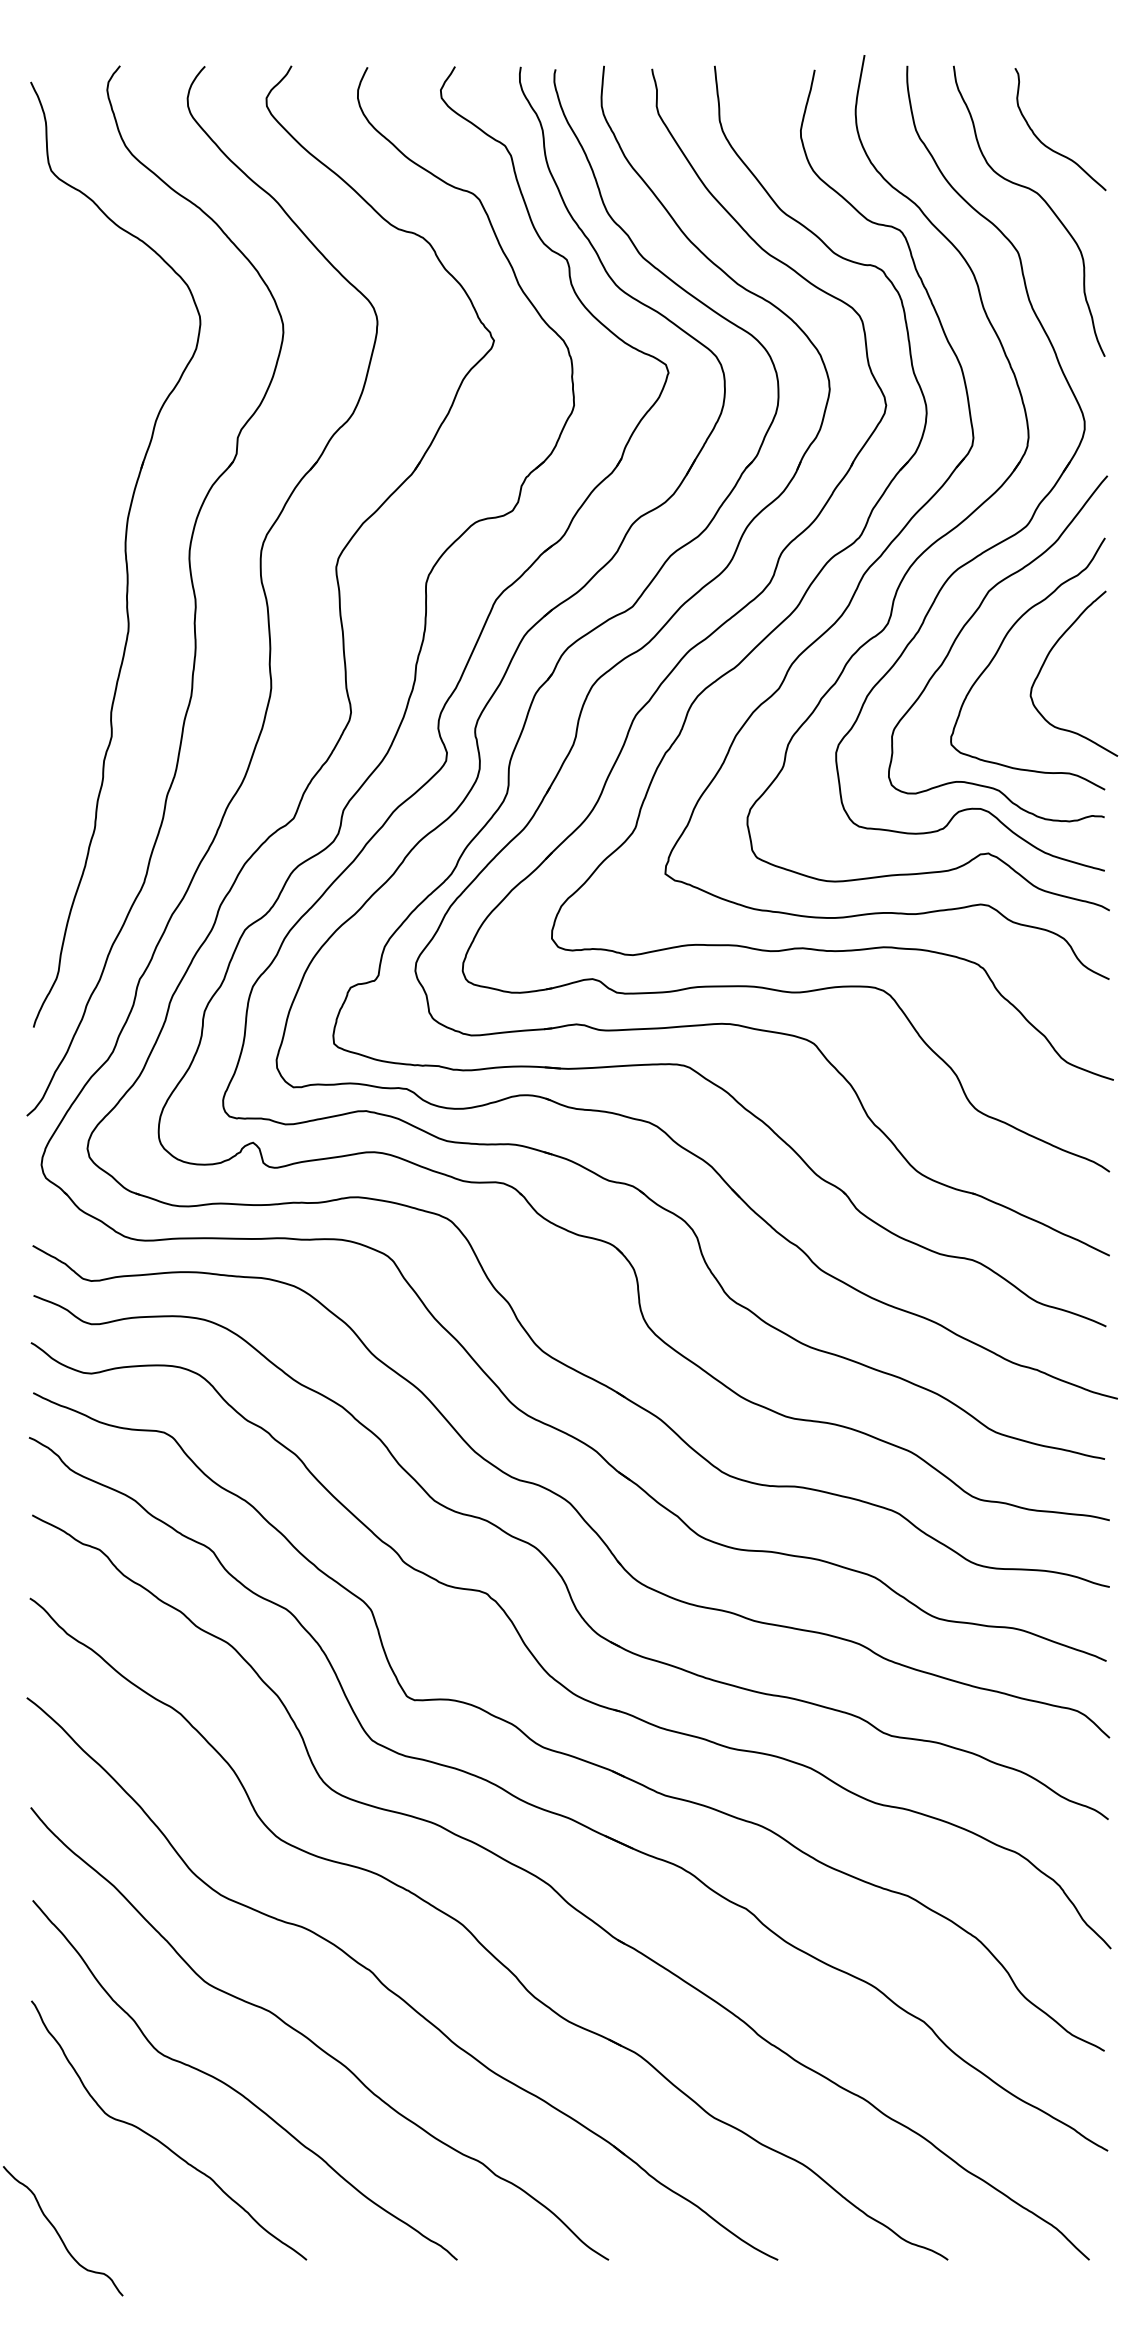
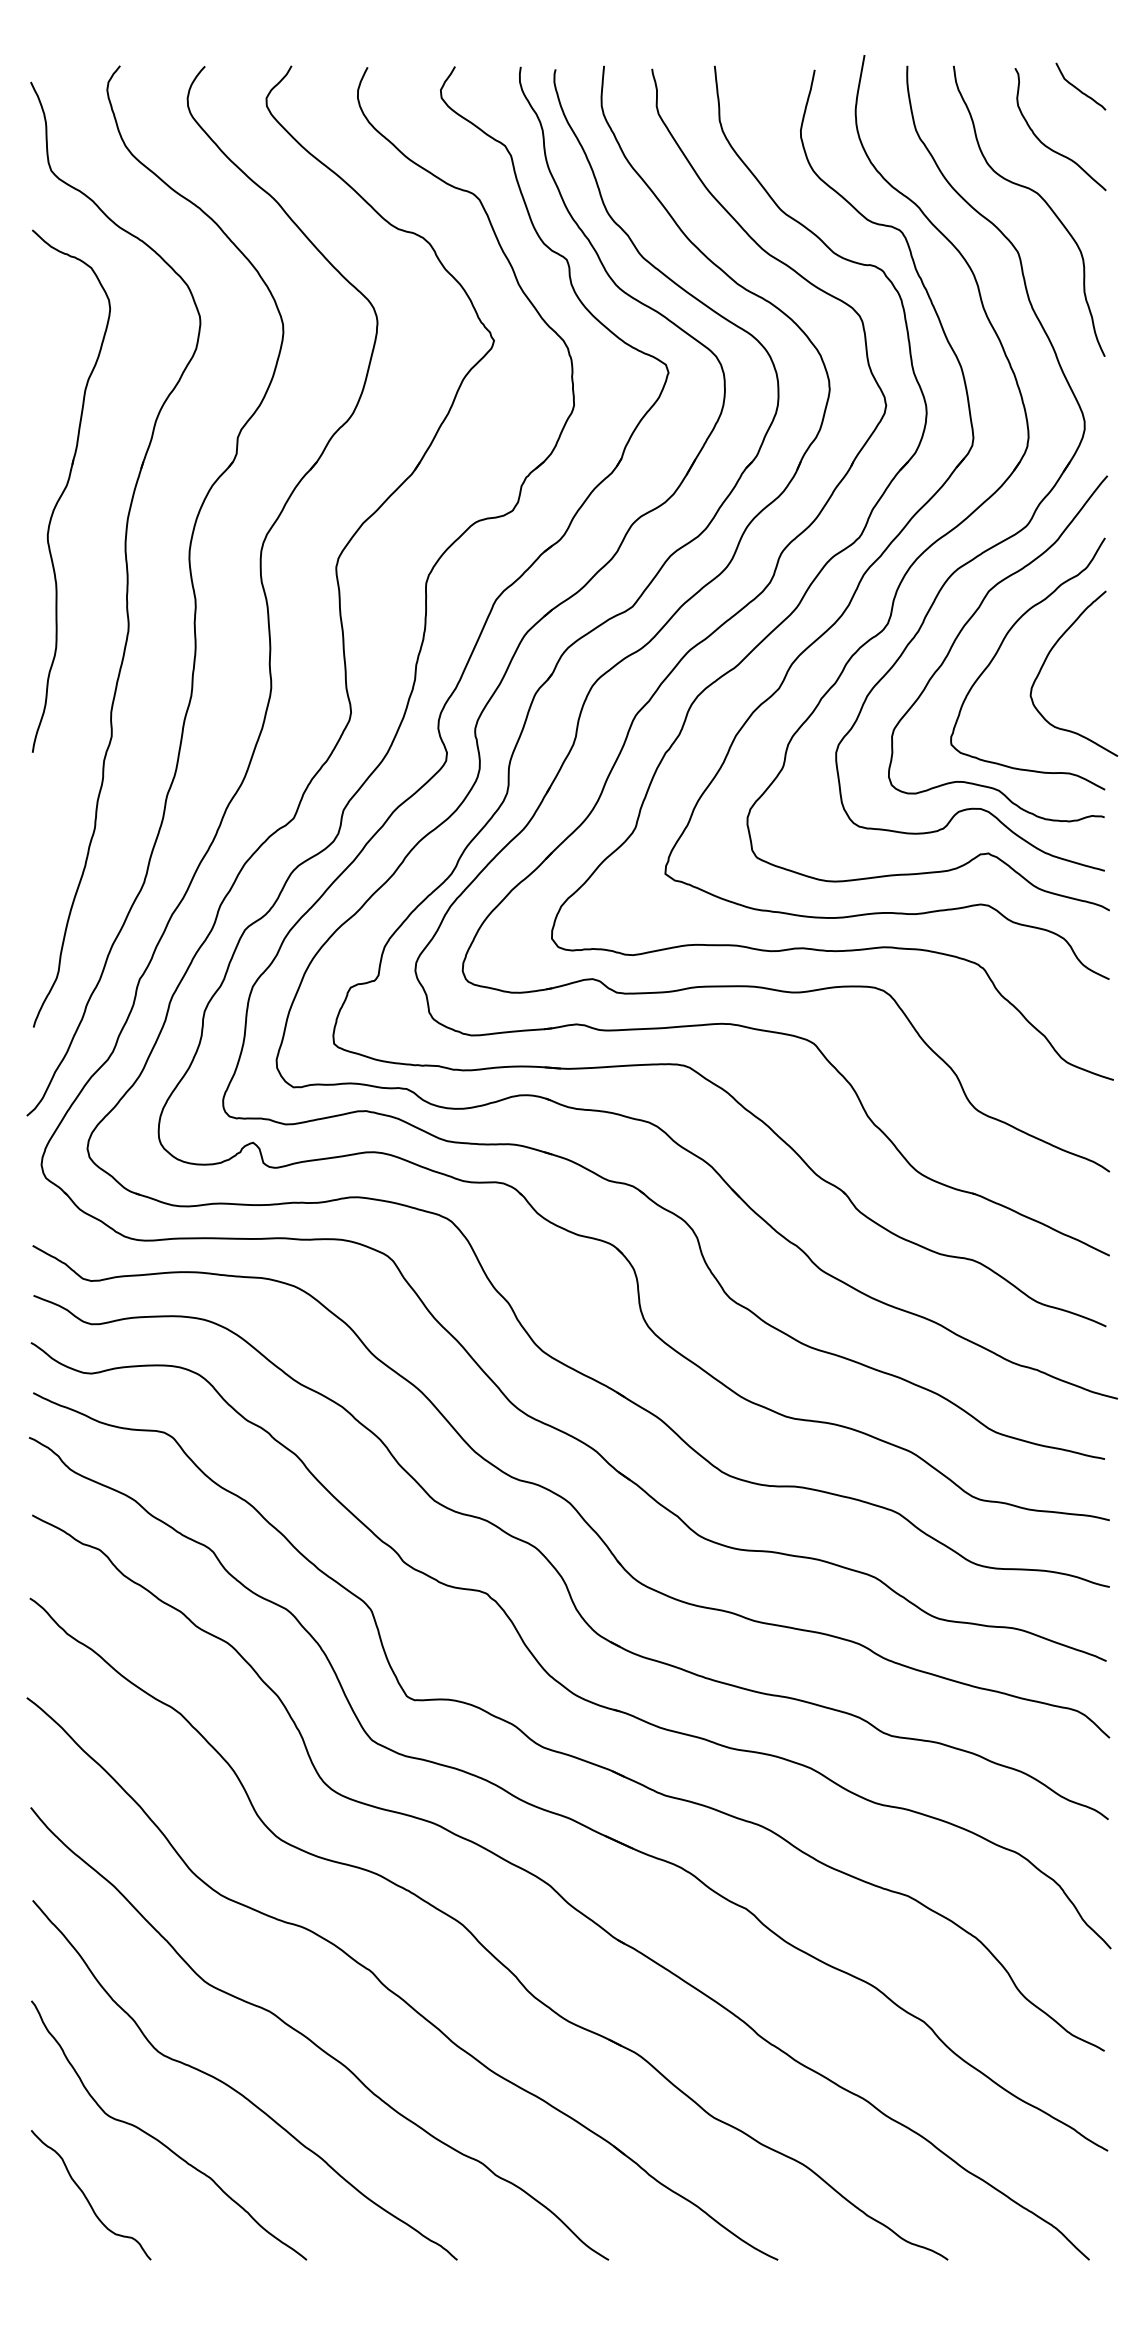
curve at (1078, 88): none -> present
part at (70, 490): none -> present
curve at (59, 2234) position: (59, 2234) -> (87, 2198)
